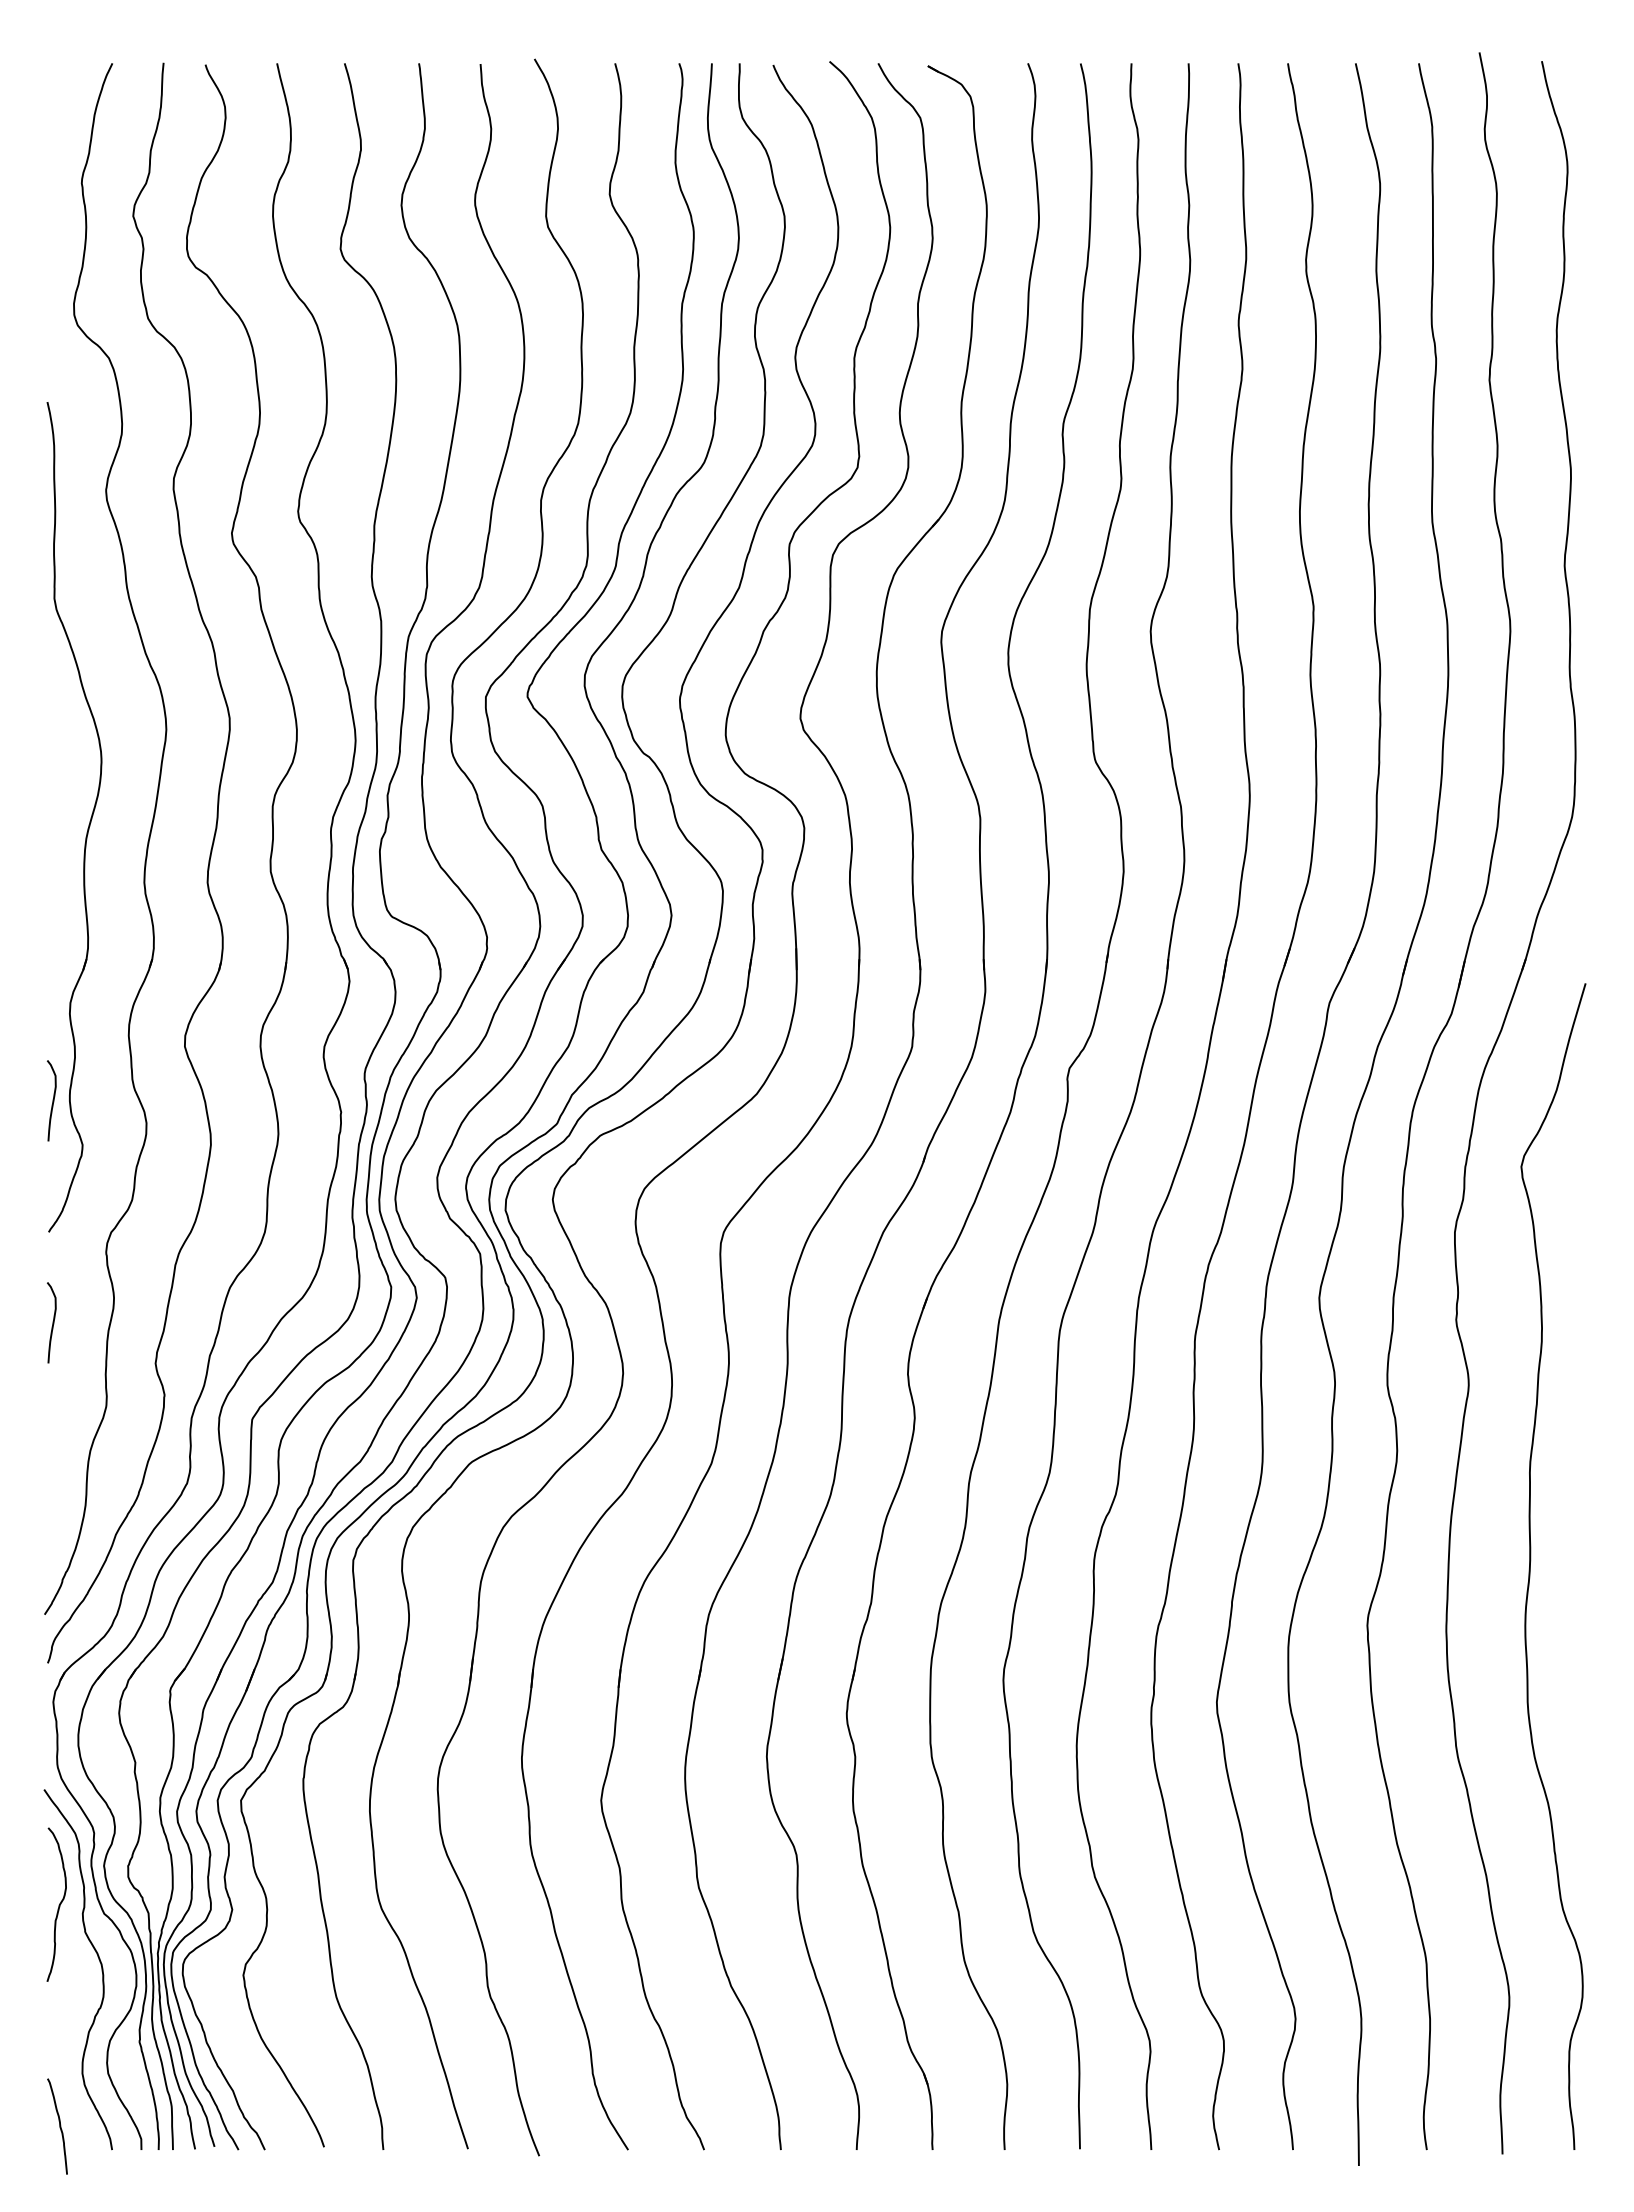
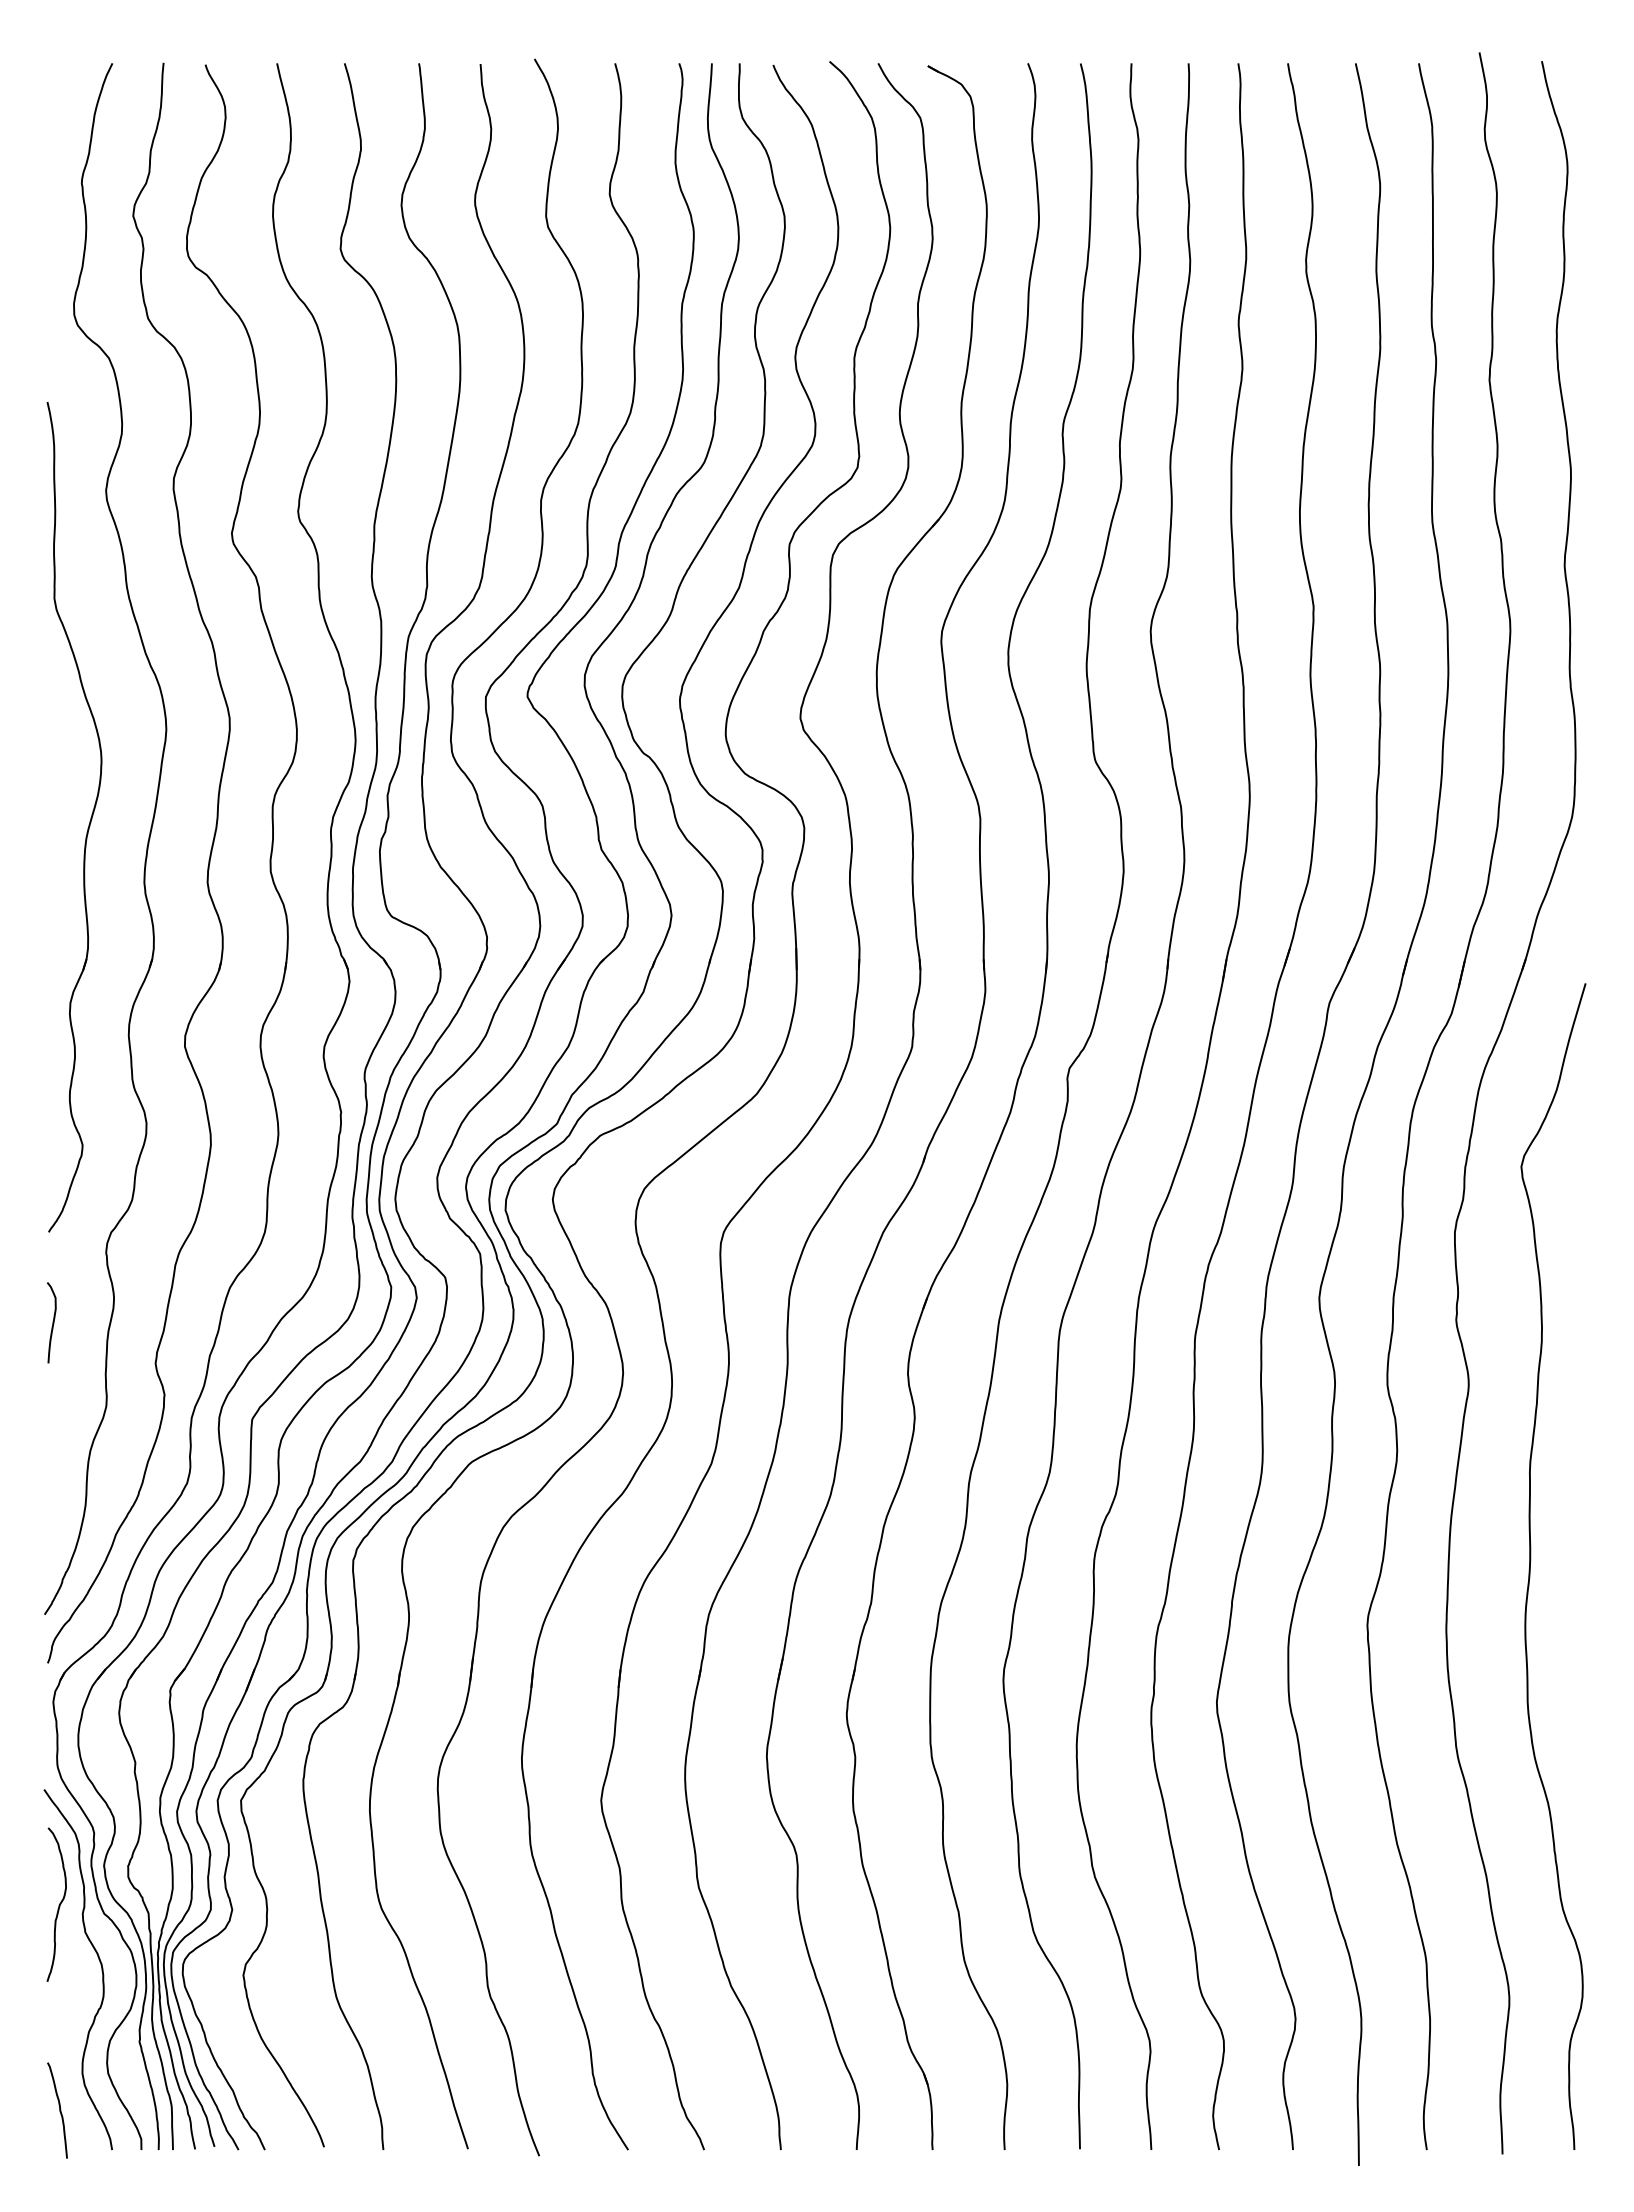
curve at (52, 1100): present -> none
curve at (59, 2126) position: (59, 2126) -> (59, 2110)
